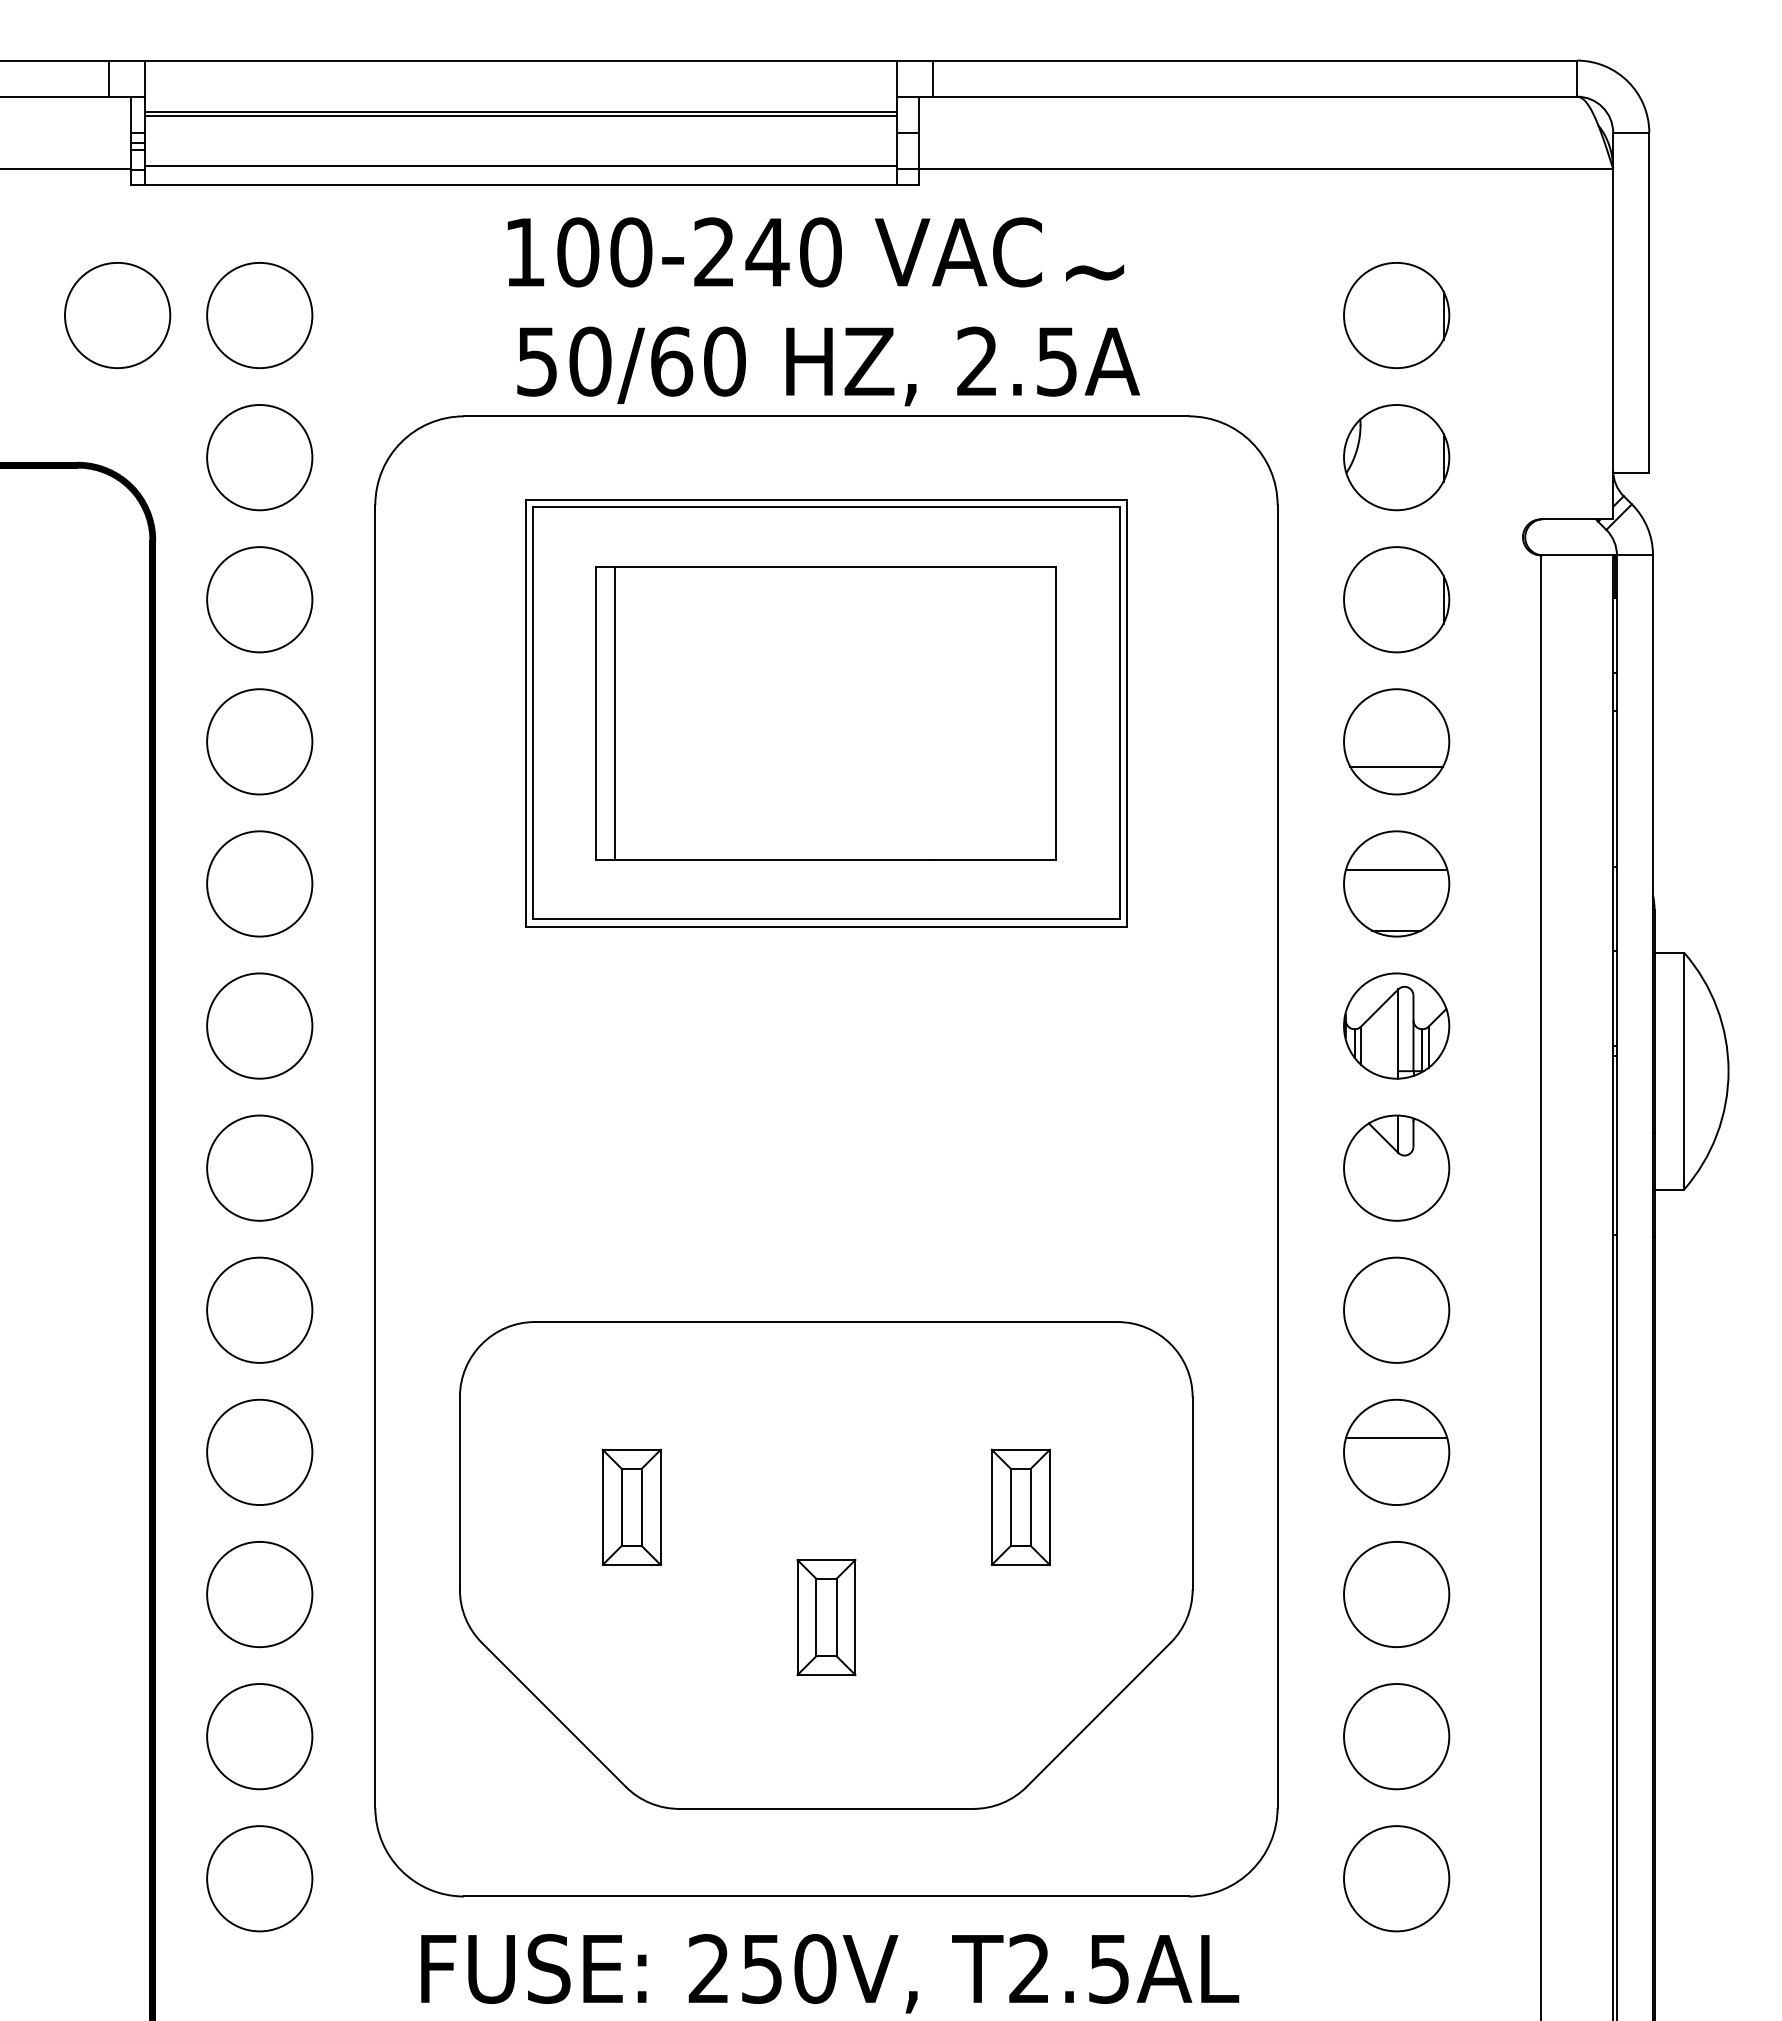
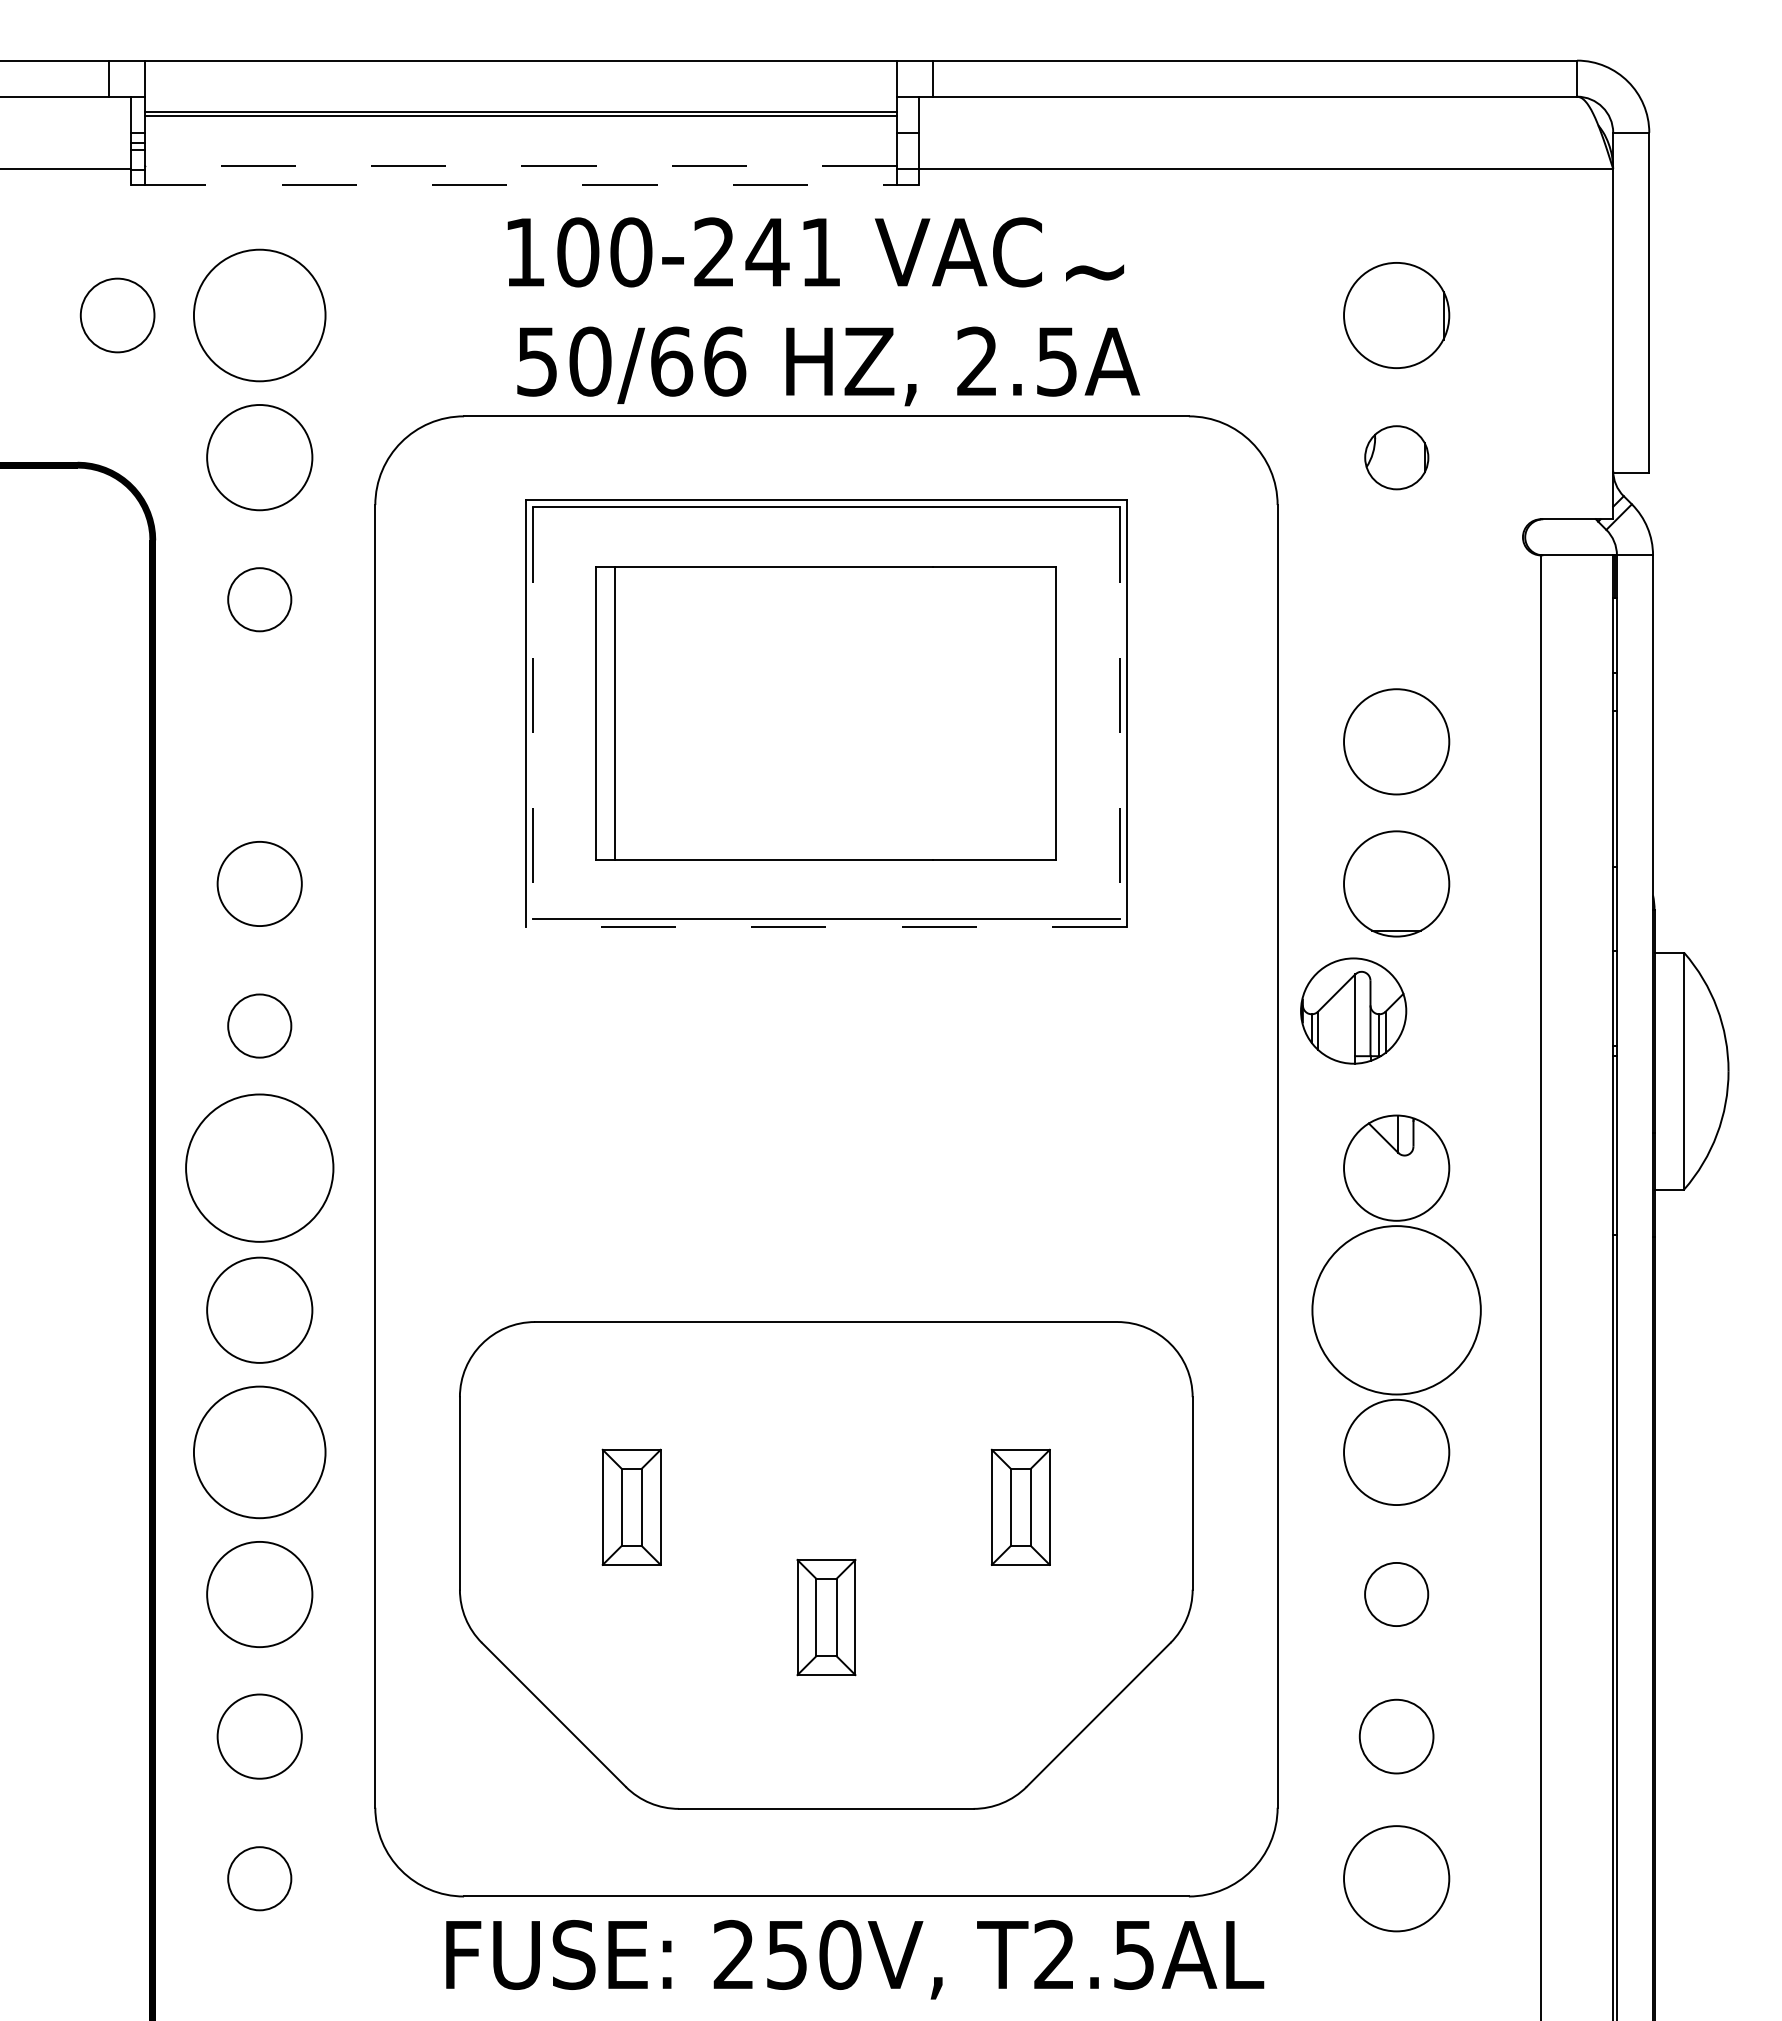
line at (521, 166): solid -> dashed
line at (525, 185): solid -> dashed
text at (820, 252): 100-240 -> 100-241
circle at (117, 315) diameter: 105 px -> 74 px
circle at (259, 315) diameter: 105 px -> 132 px
text at (725, 361): 50/60 -> 50/66
part at (1396, 457) size: 108x108 px -> 66x66 px
circle at (259, 599) diameter: 105 px -> 63 px
part at (1396, 599): present -> none
line at (533, 713): solid -> dashed
line at (1119, 713): solid -> dashed
circle at (259, 741): present -> none
line at (1396, 766): present -> none
line at (1396, 870): present -> none
circle at (259, 883) diameter: 105 px -> 84 px
line at (826, 926): solid -> dashed
circle at (259, 1025) diameter: 105 px -> 63 px
part at (1396, 1025) position: (1396, 1025) -> (1353, 1010)
circle at (259, 1167) diameter: 105 px -> 147 px
circle at (1396, 1309) diameter: 105 px -> 168 px
line at (1396, 1438): present -> none
circle at (259, 1452) diameter: 105 px -> 132 px
circle at (1396, 1594) diameter: 105 px -> 63 px
circle at (259, 1736) diameter: 105 px -> 84 px
circle at (1396, 1736) diameter: 105 px -> 74 px
circle at (259, 1878) diameter: 105 px -> 63 px
text at (830, 1973) position: (830, 1973) -> (855, 1959)
